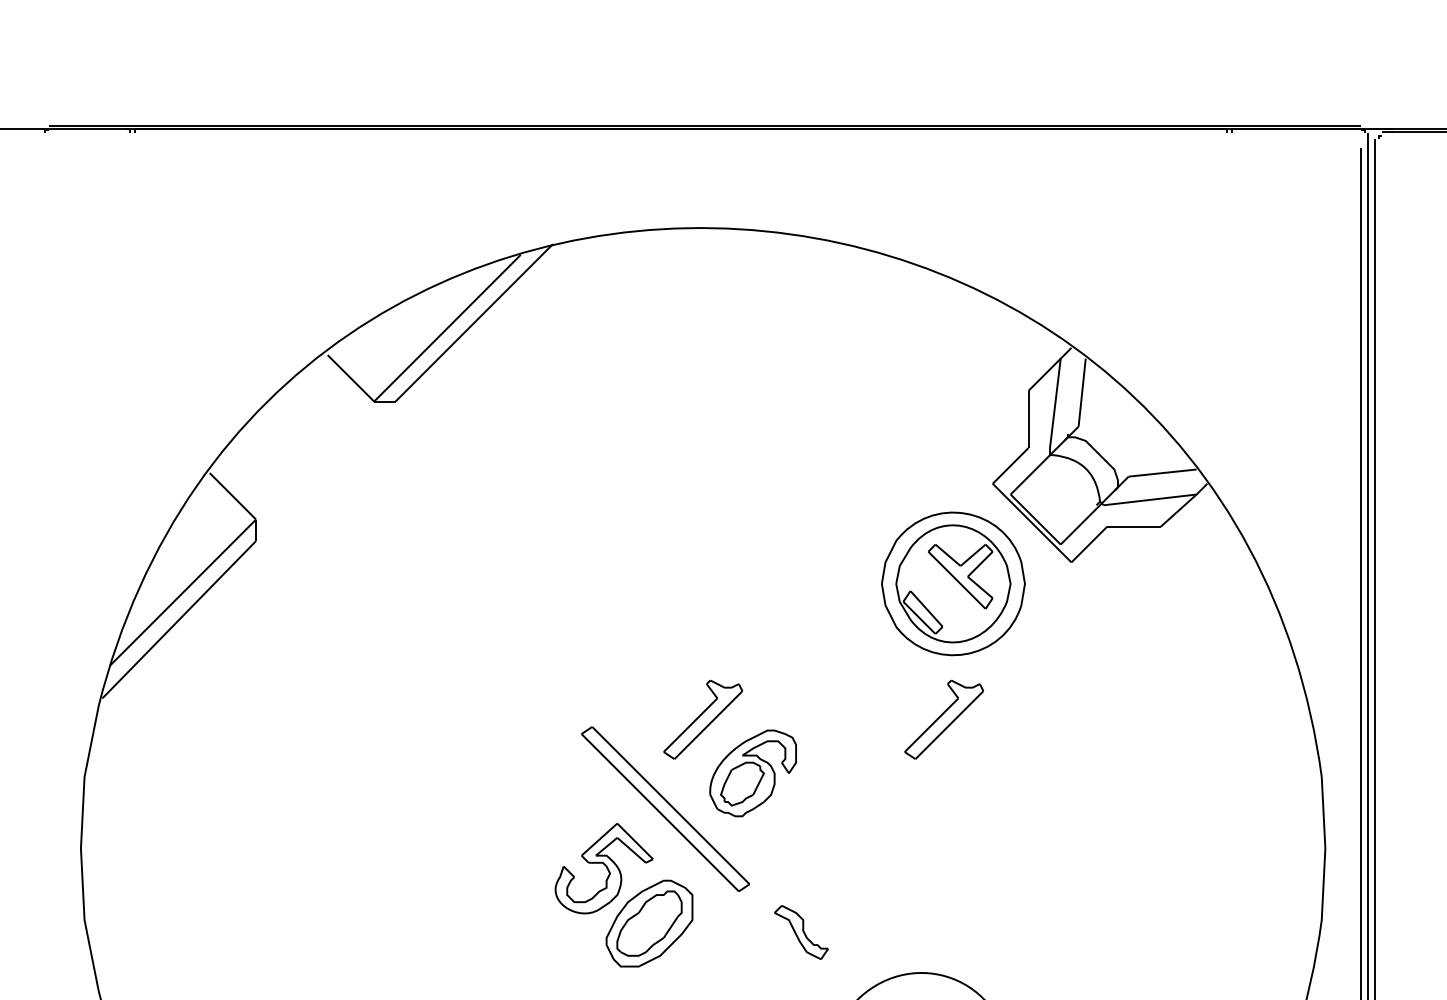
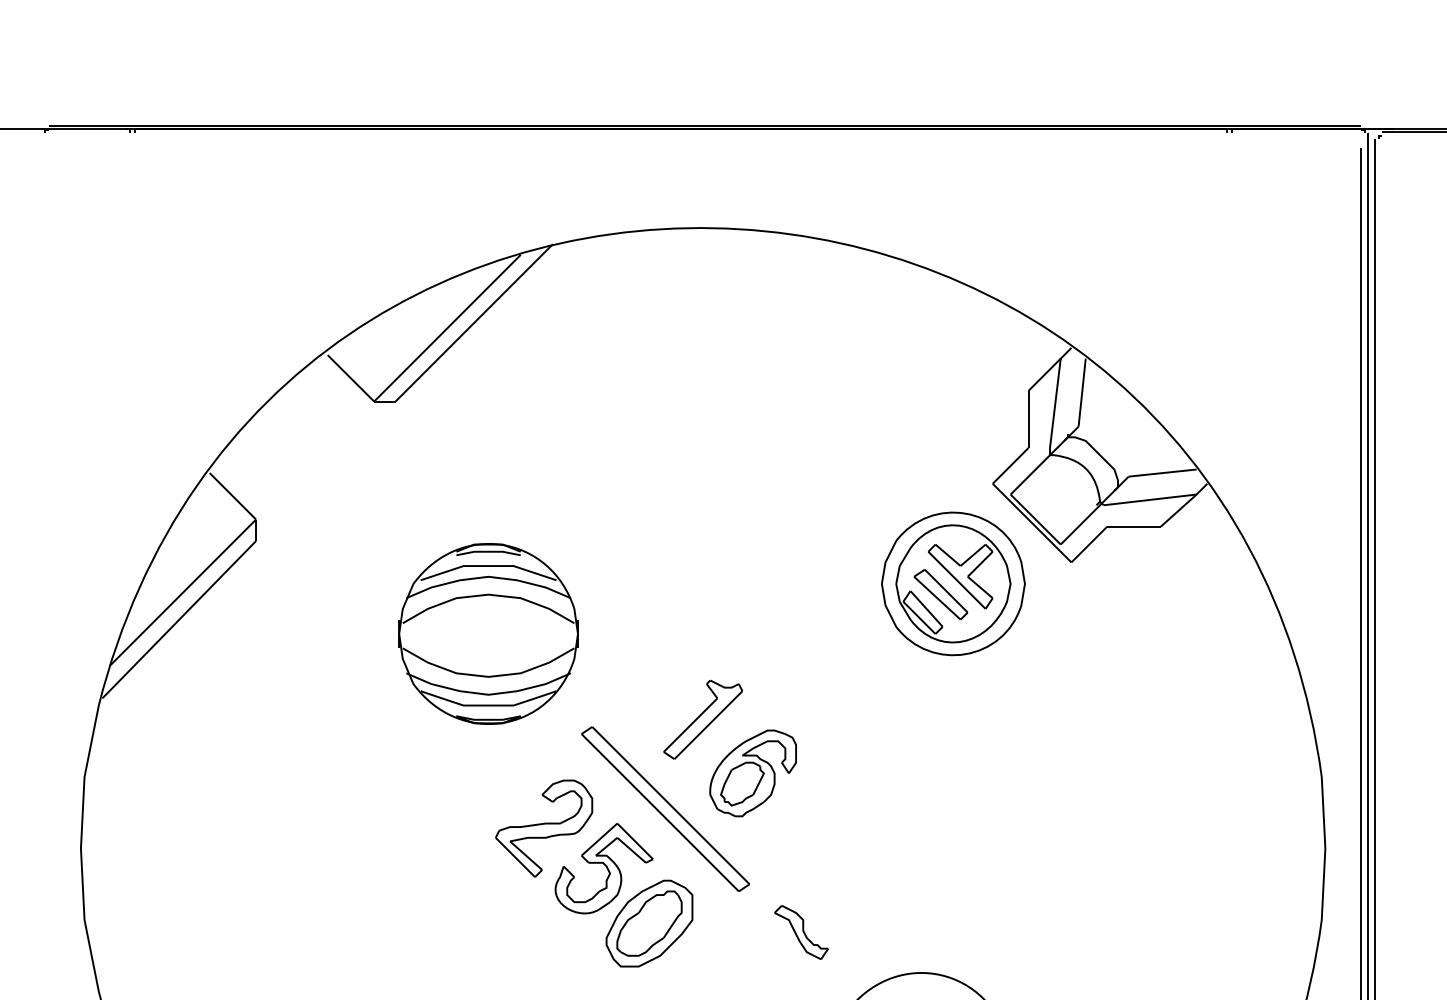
part at (940, 594): none -> present
part at (488, 633): none -> present
part at (944, 719): present -> none
part at (544, 828): none -> present
